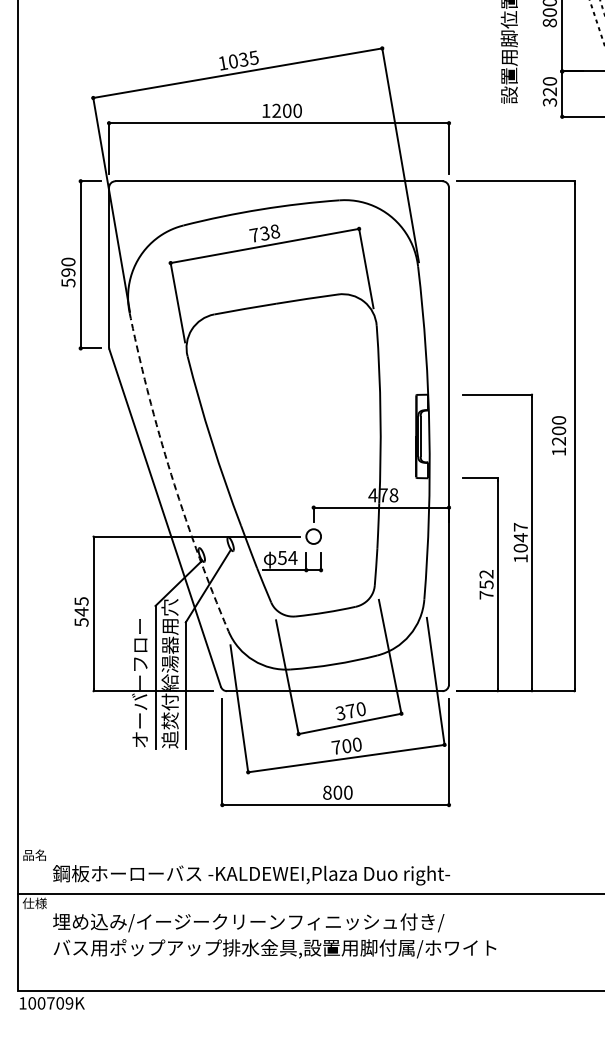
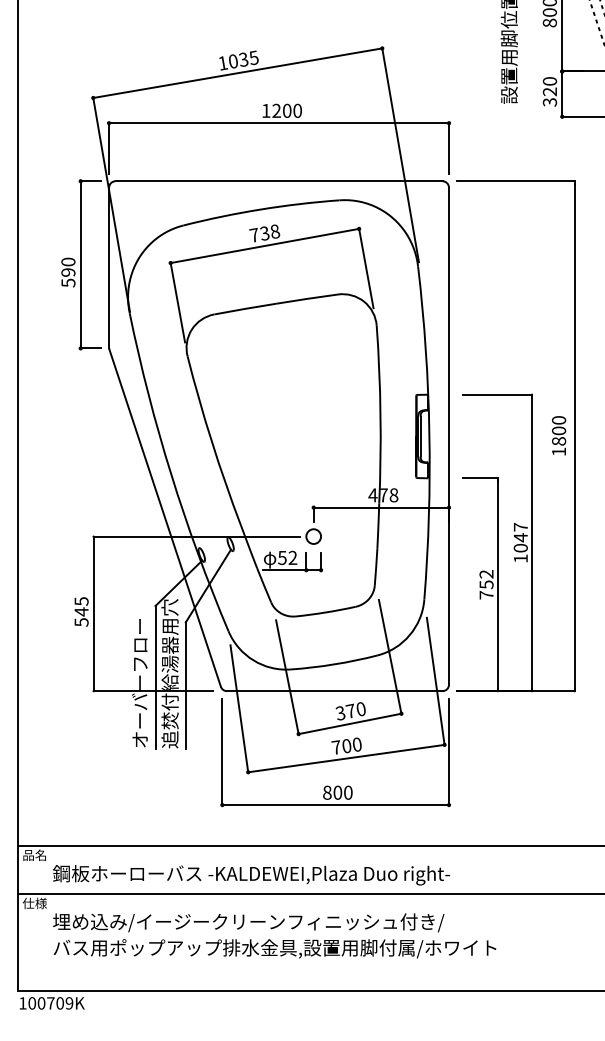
text at (559, 441): 1200 -> 1800
arc at (171, 474): dashed -> solid
text at (292, 557): 54 -> 52
line at (309, 846): none -> present
